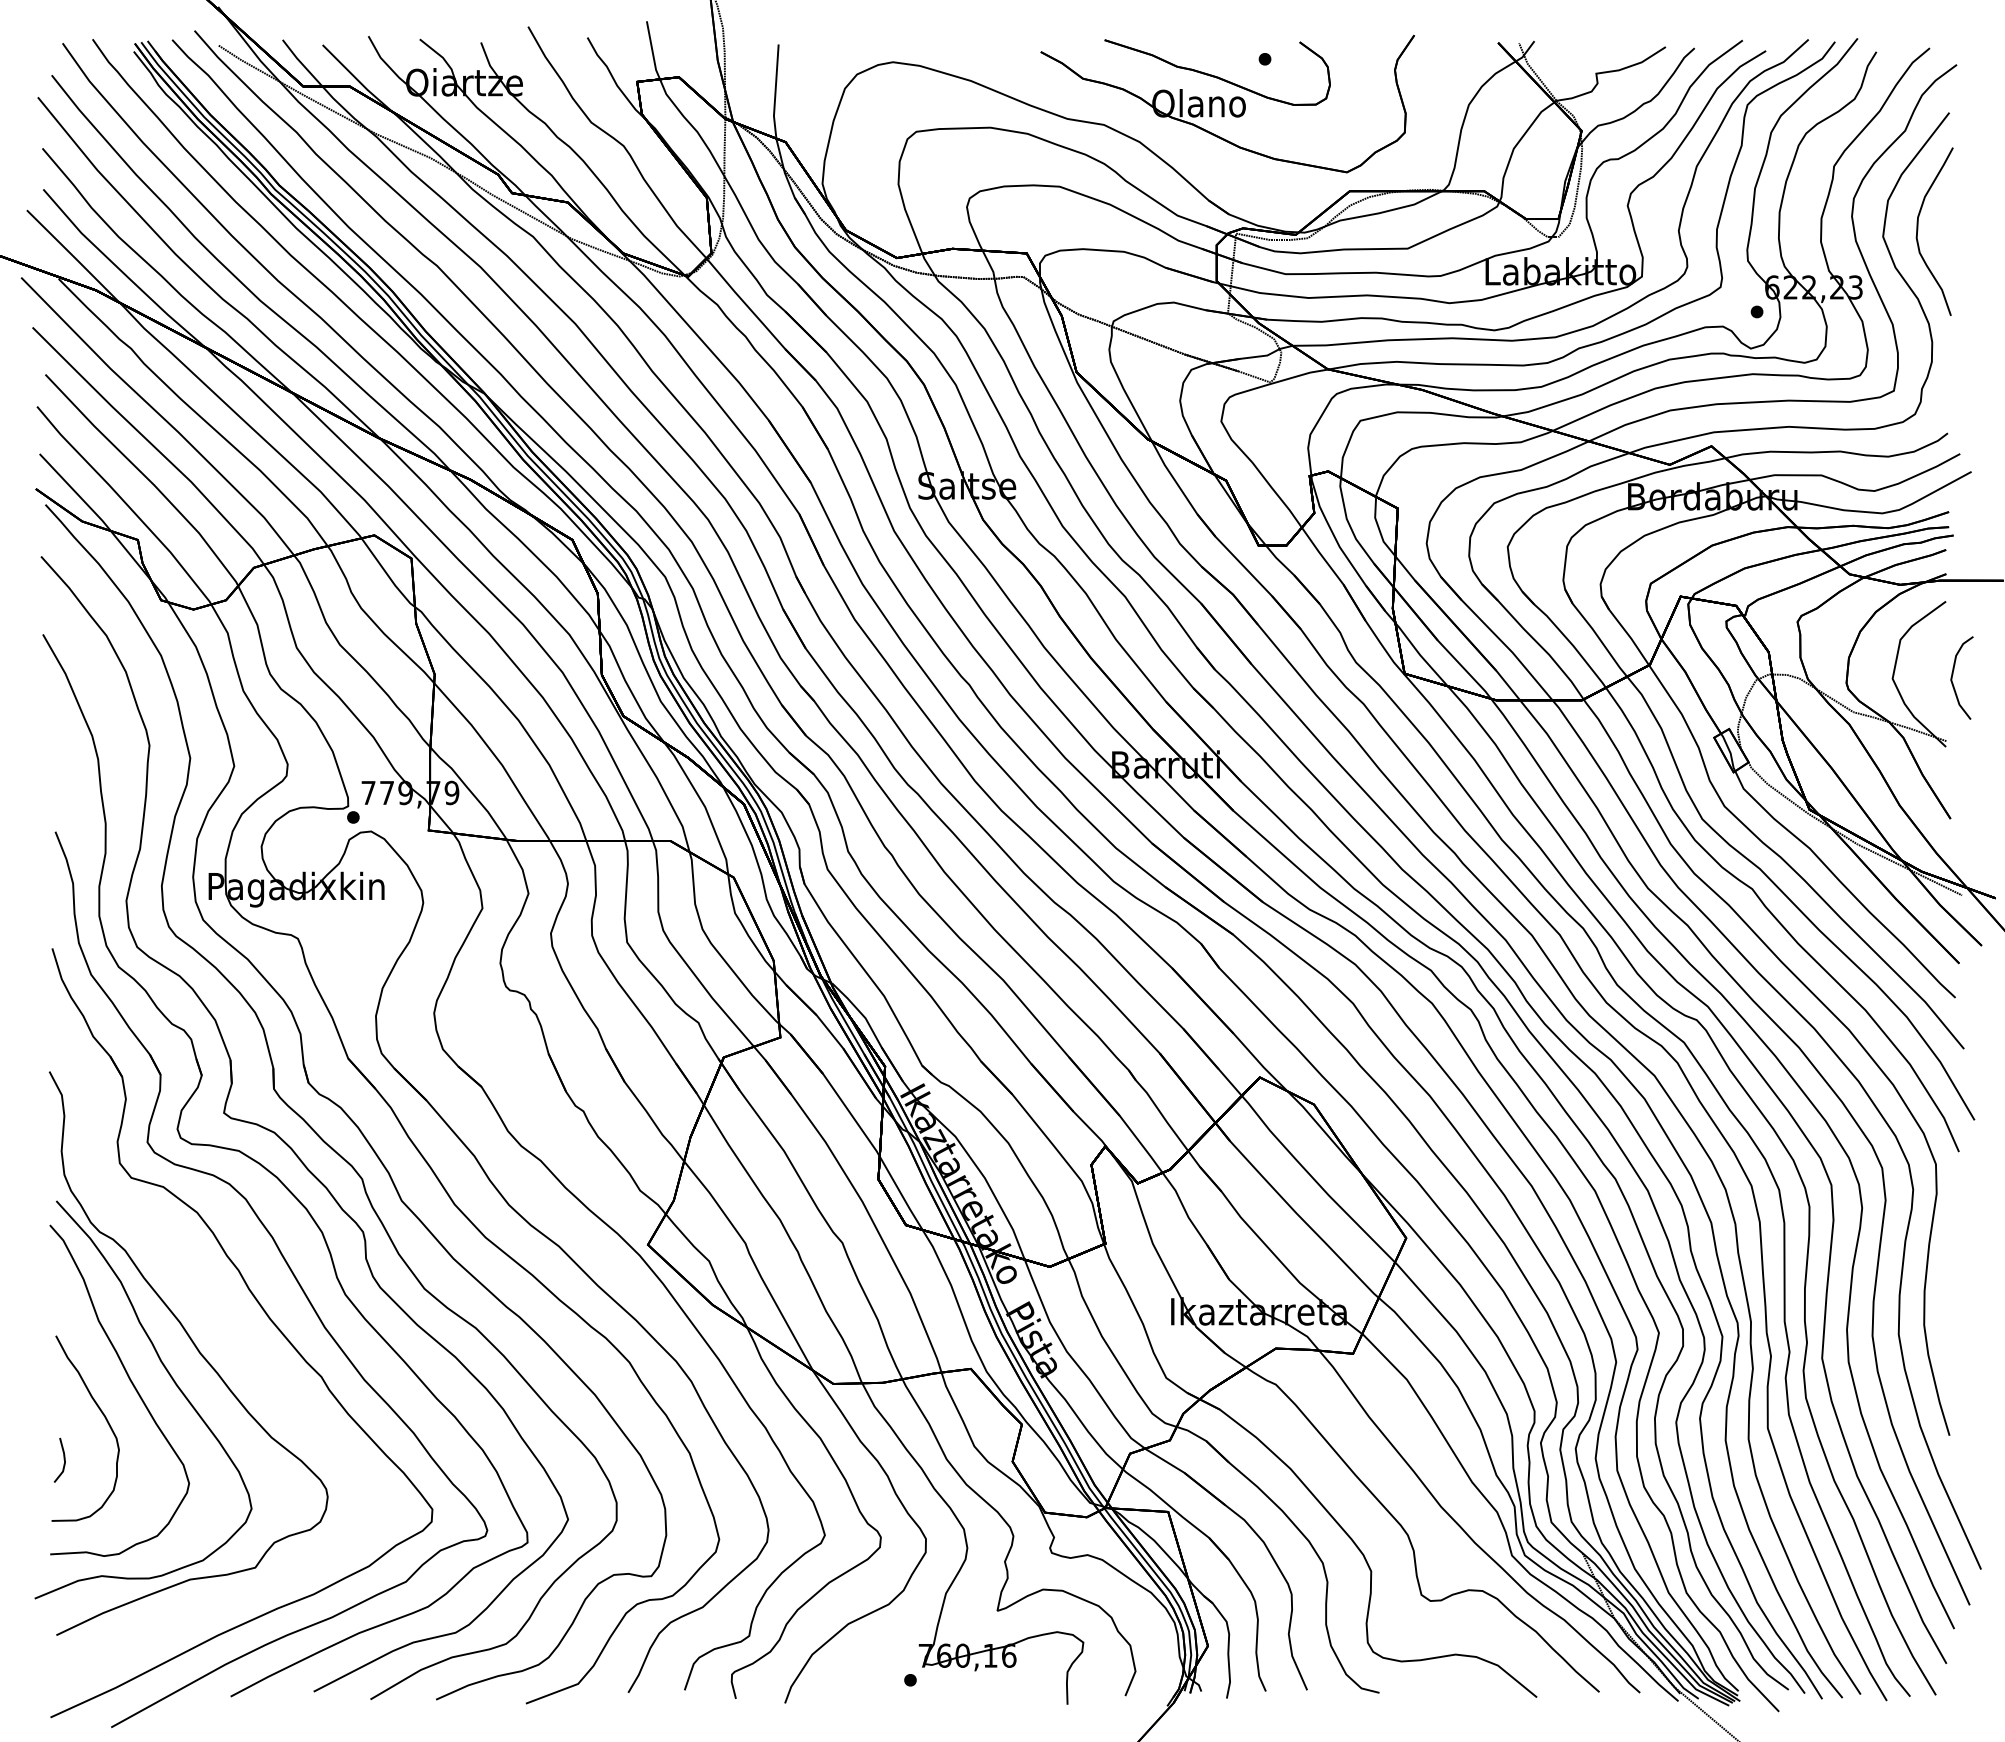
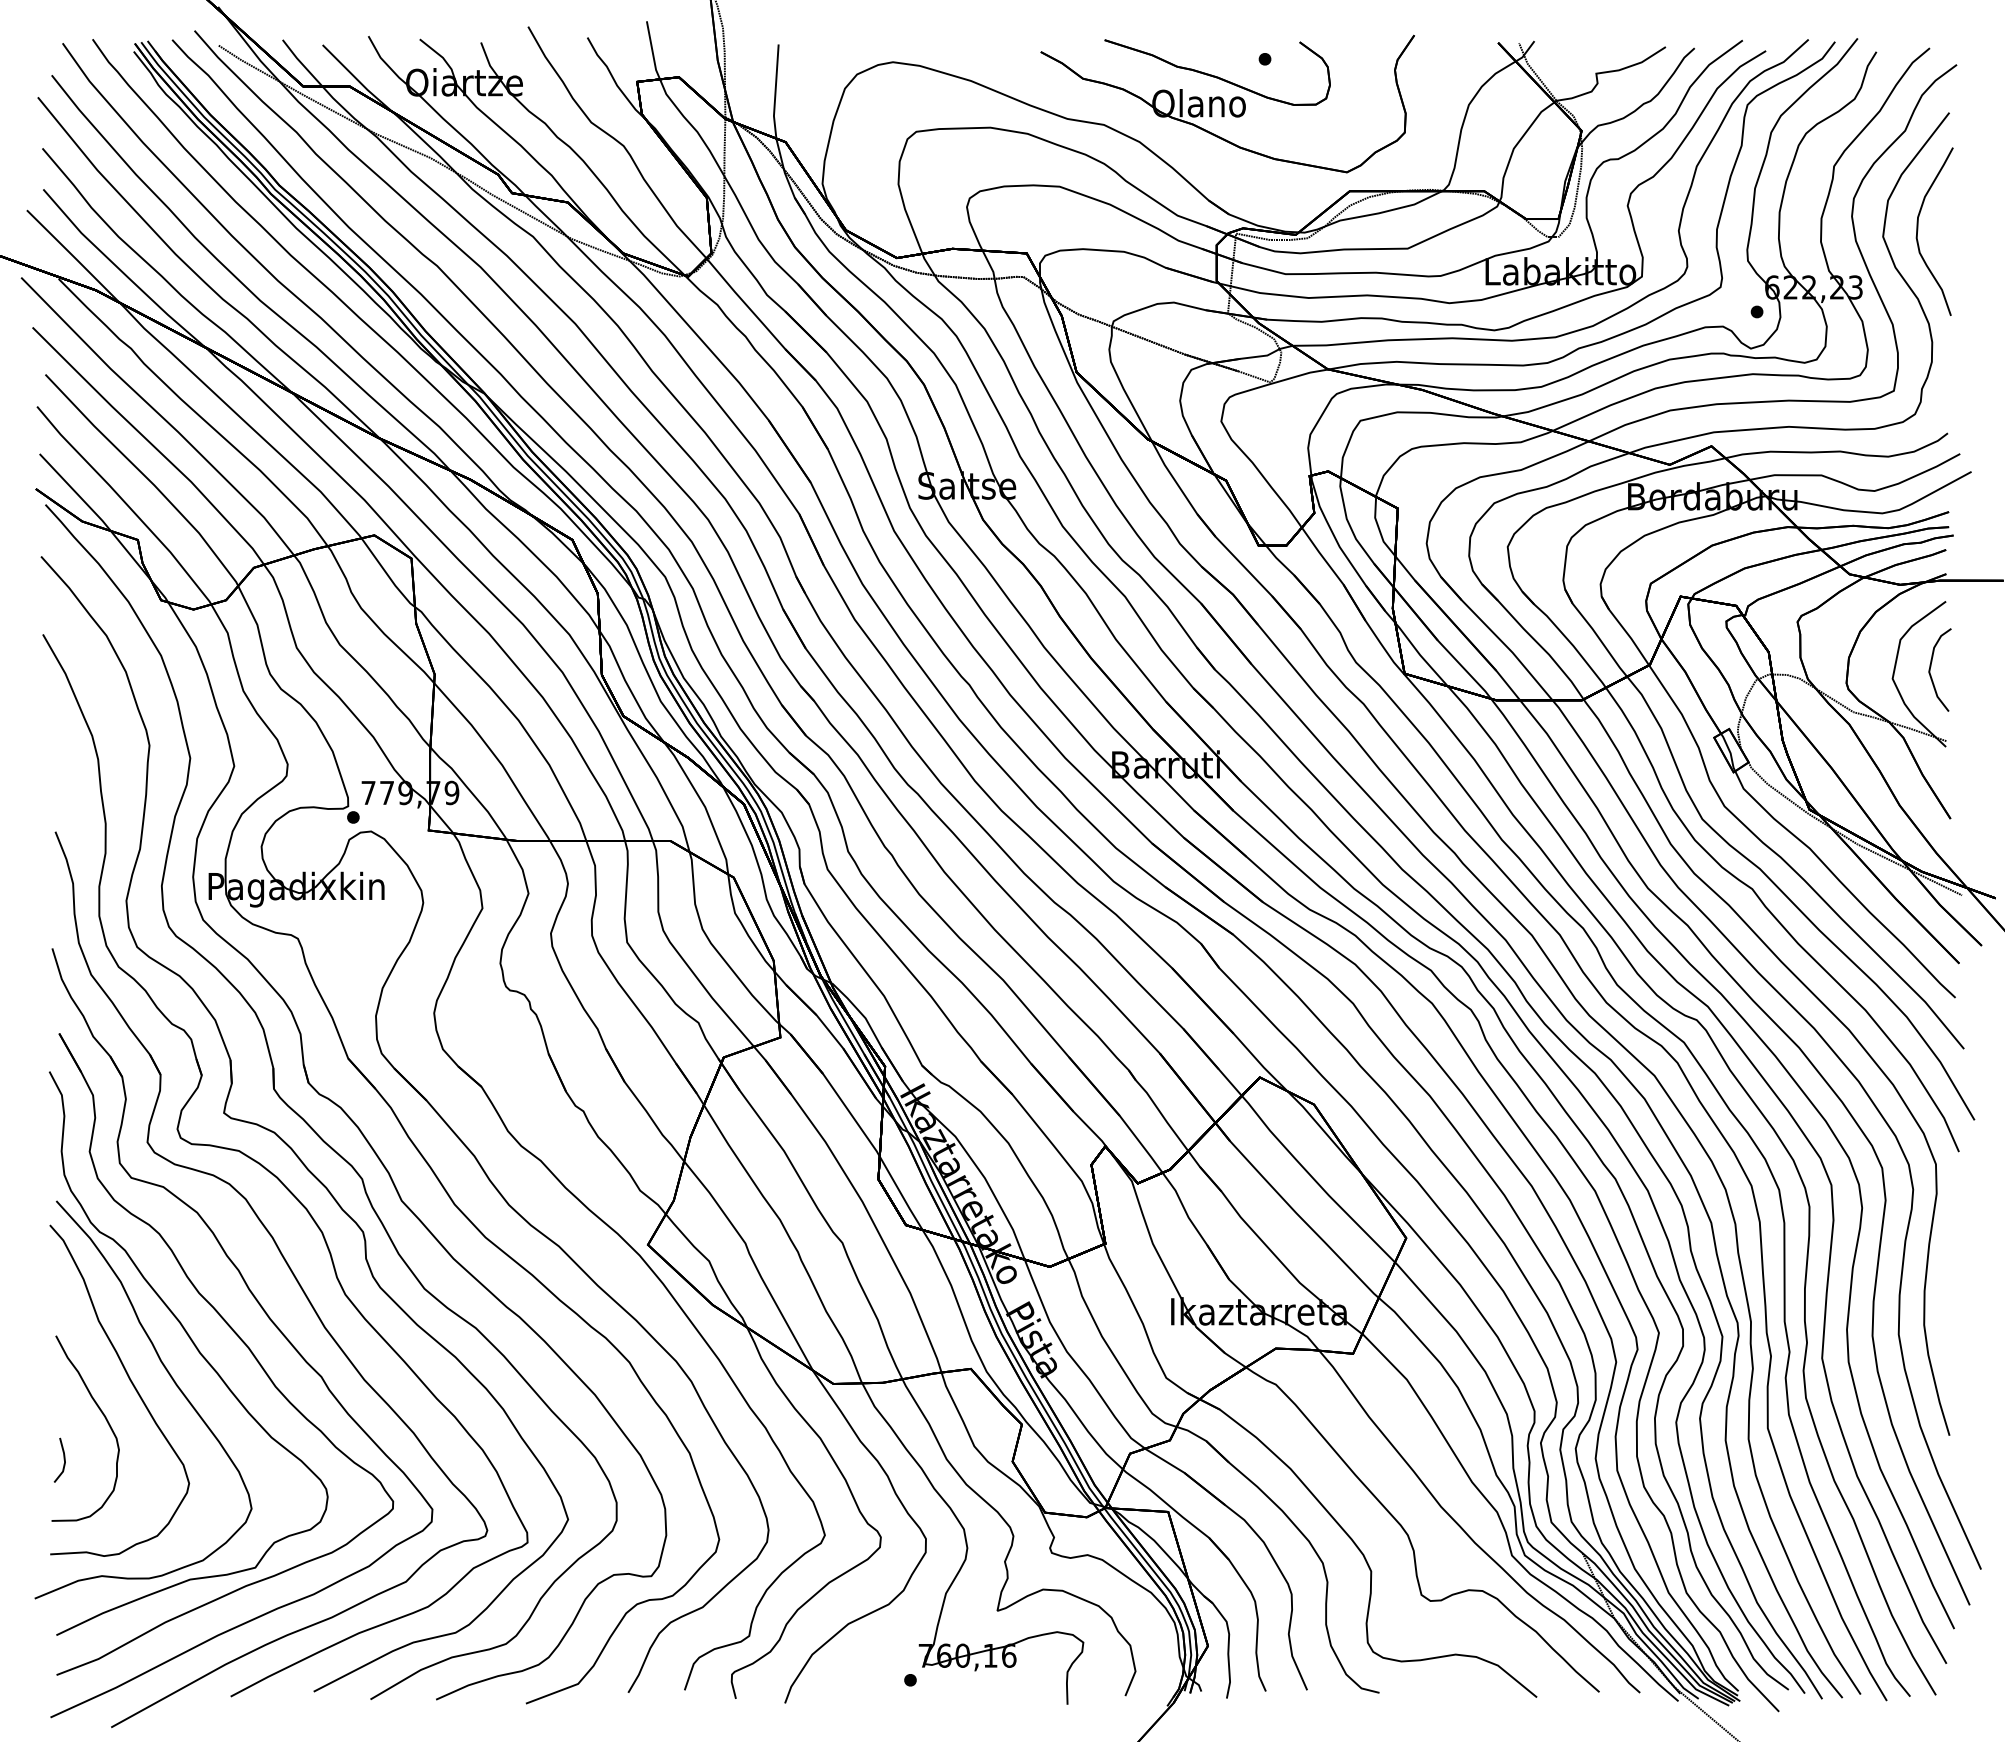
curve at (1953, 674) position: (1953, 674) -> (1931, 666)
part at (240, 1340): none -> present
